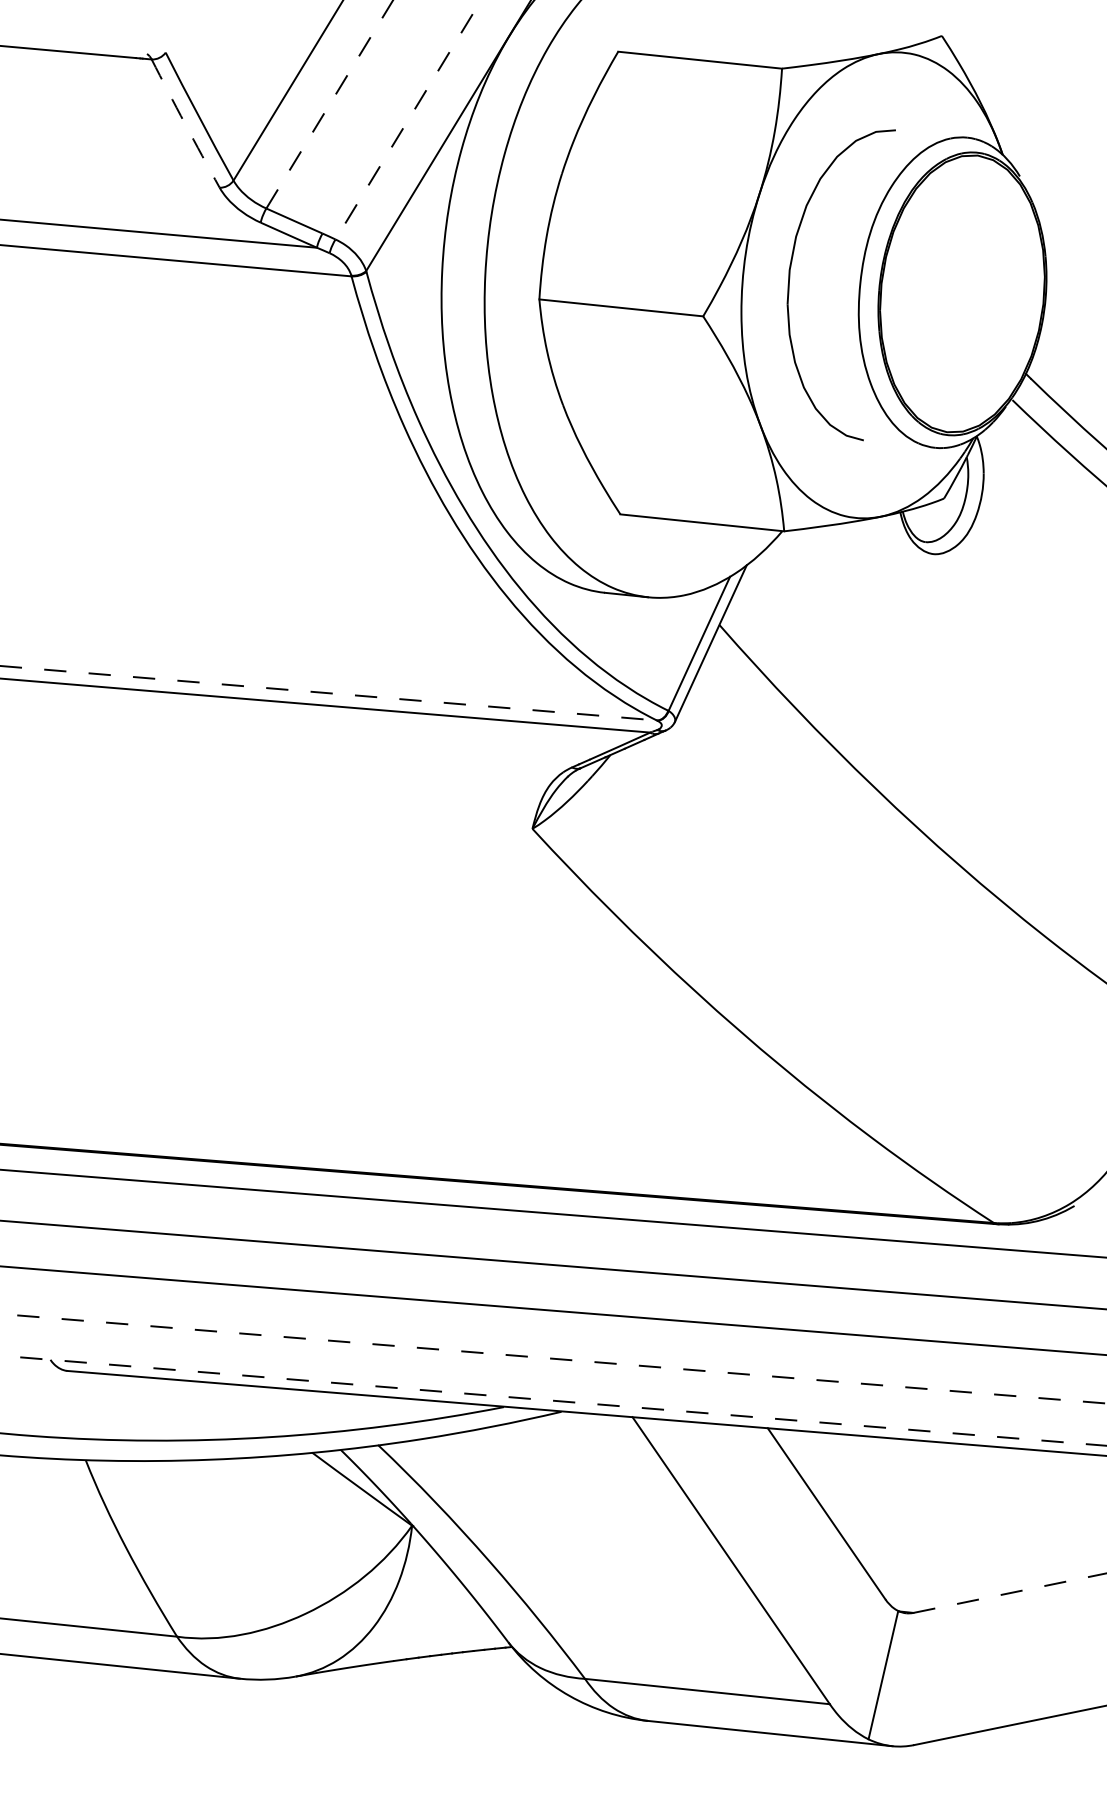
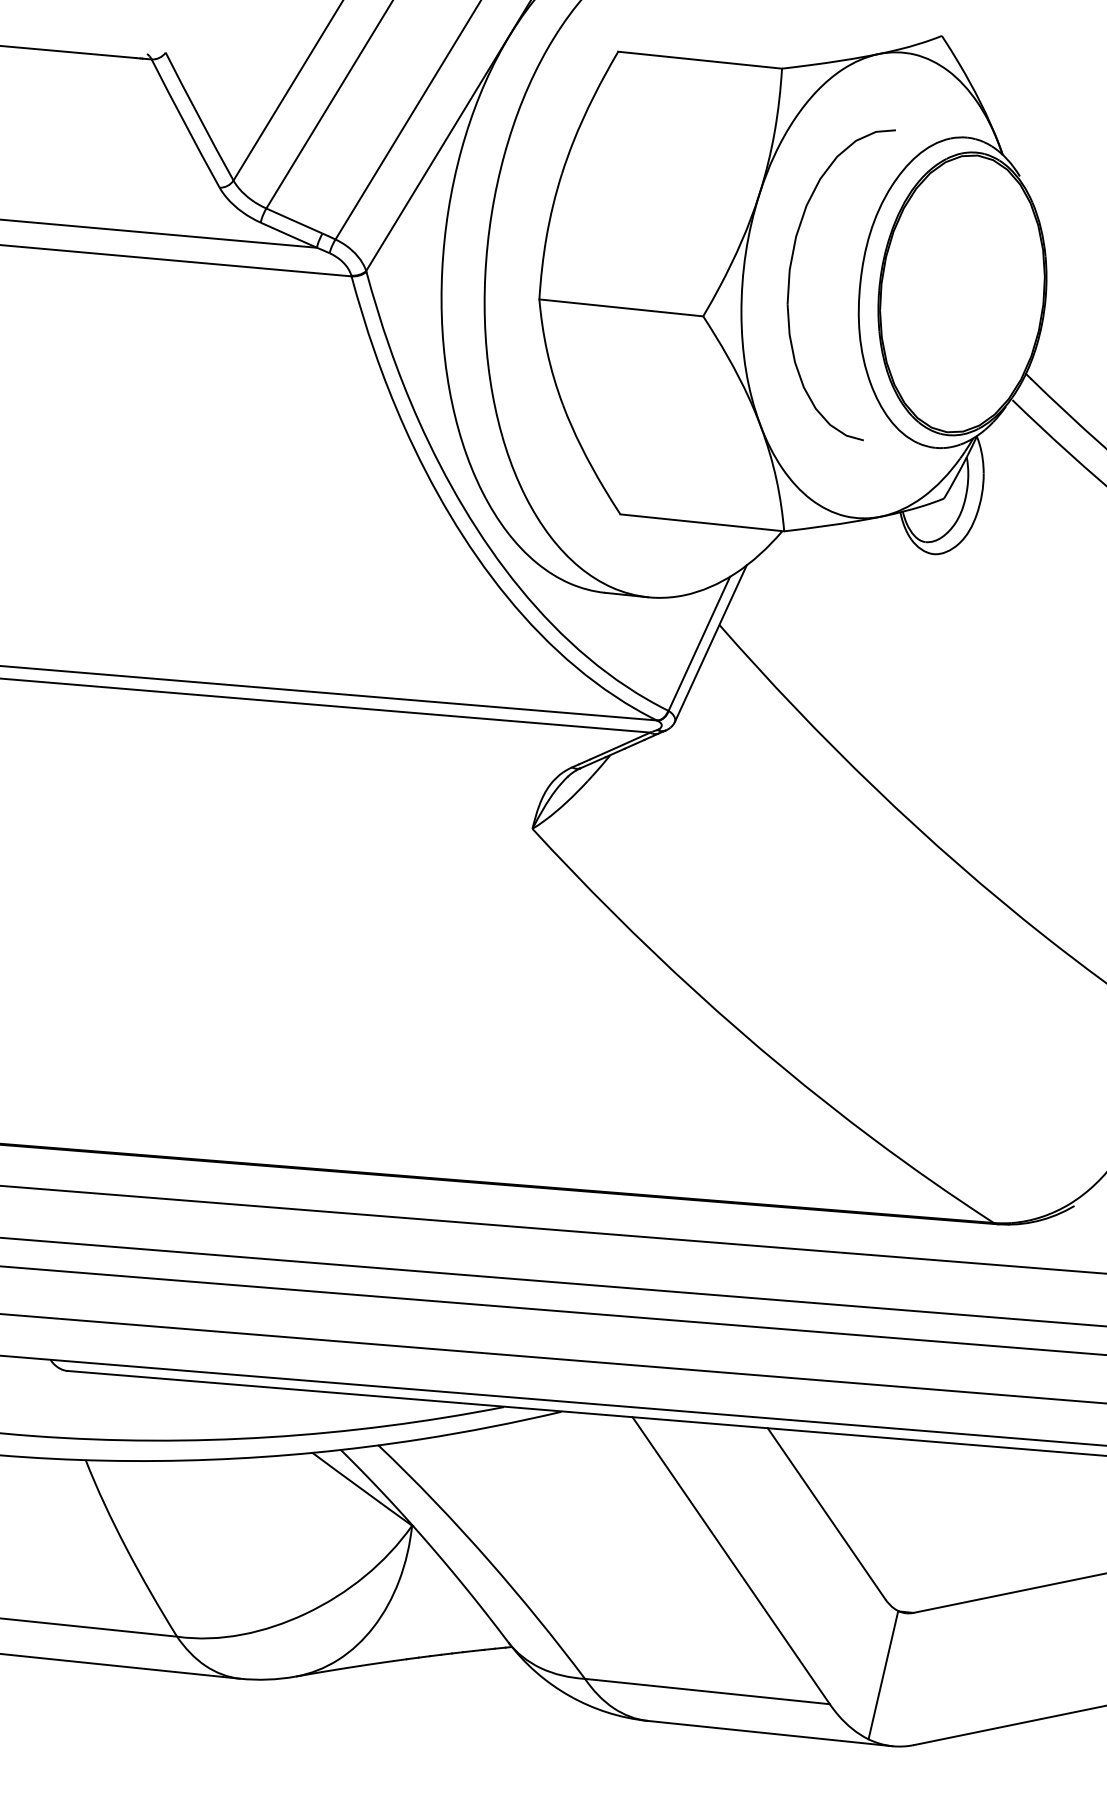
line at (329, 104): dashed -> solid
line at (408, 120): dashed -> solid
arc at (185, 123): dashed -> solid
line at (329, 693): dashed -> solid
line at (552, 1213) position: (552, 1213) -> (552, 1229)
line at (552, 1264) position: (552, 1264) -> (552, 1281)
line at (553, 1358): dashed -> solid
line at (553, 1400): dashed -> solid
line at (1010, 1593): dashed -> solid
